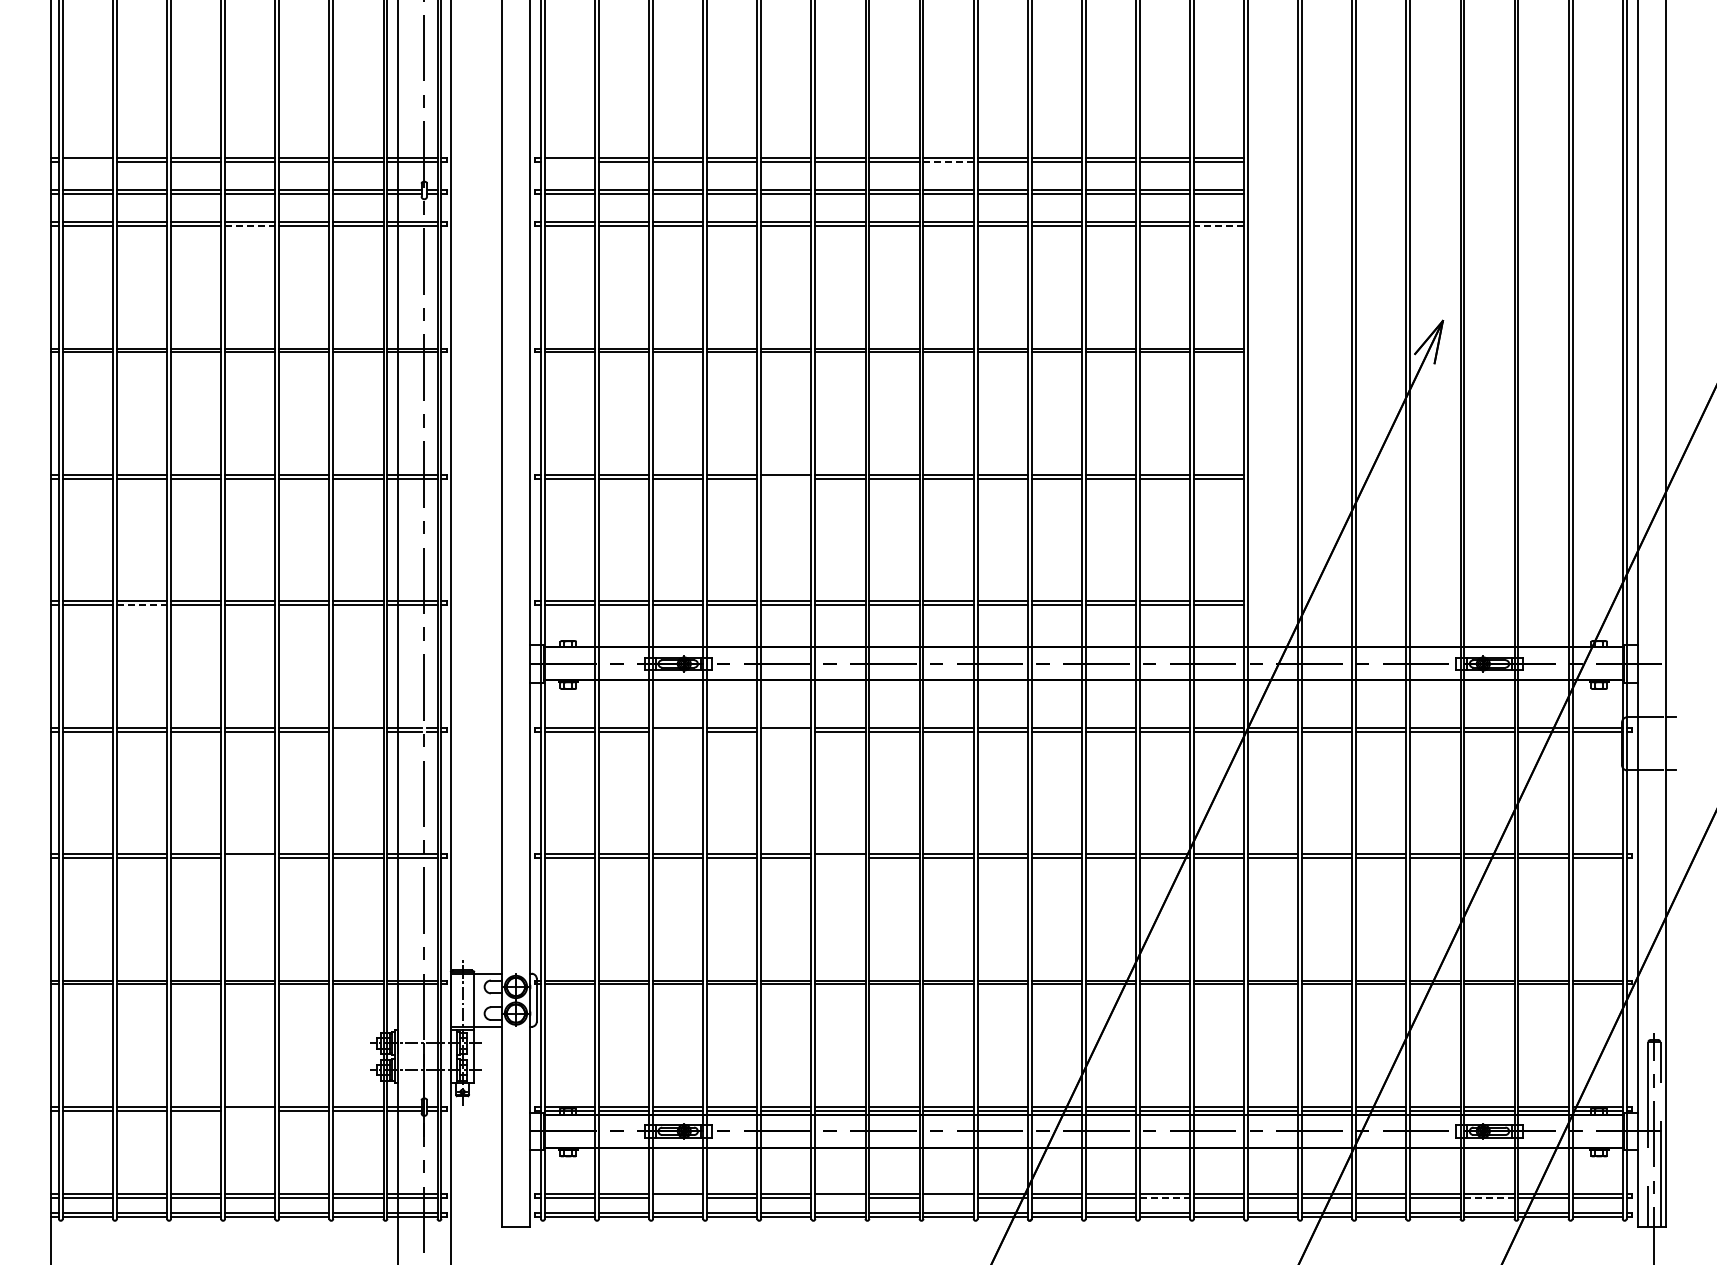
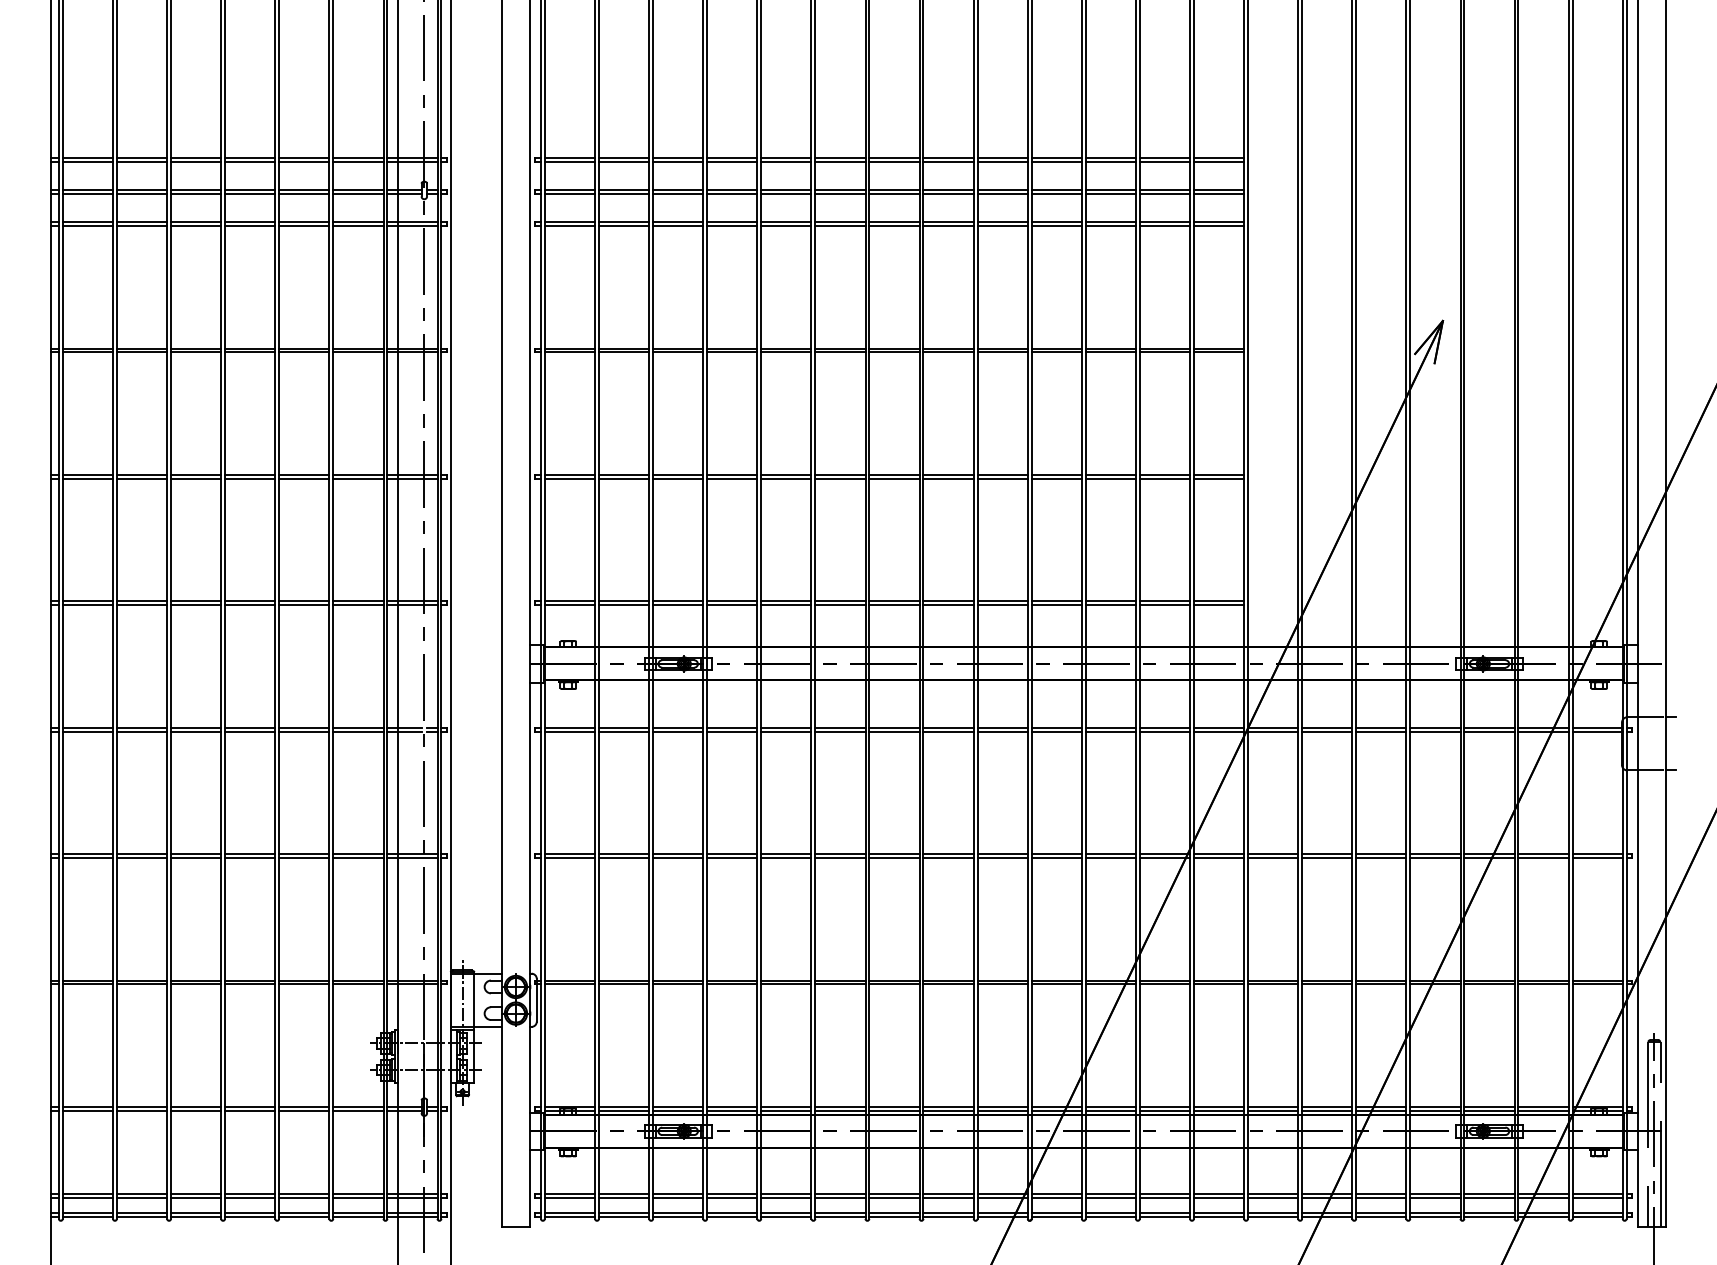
line at (87, 162): none -> present
line at (569, 162): none -> present
line at (948, 162): dashed -> solid
line at (250, 226): dashed -> solid
line at (1218, 226): dashed -> solid
line at (786, 478): none -> present
line at (142, 605): dashed -> solid
line at (358, 731): none -> present
line at (678, 731): none -> present
line at (786, 731): none -> present
line at (250, 858): none -> present
line at (840, 858): none -> present
line at (250, 1110): none -> present
line at (678, 1198): none -> present
line at (840, 1198): none -> present
line at (948, 1198): none -> present
line at (1165, 1198): dashed -> solid
line at (1489, 1198): dashed -> solid
